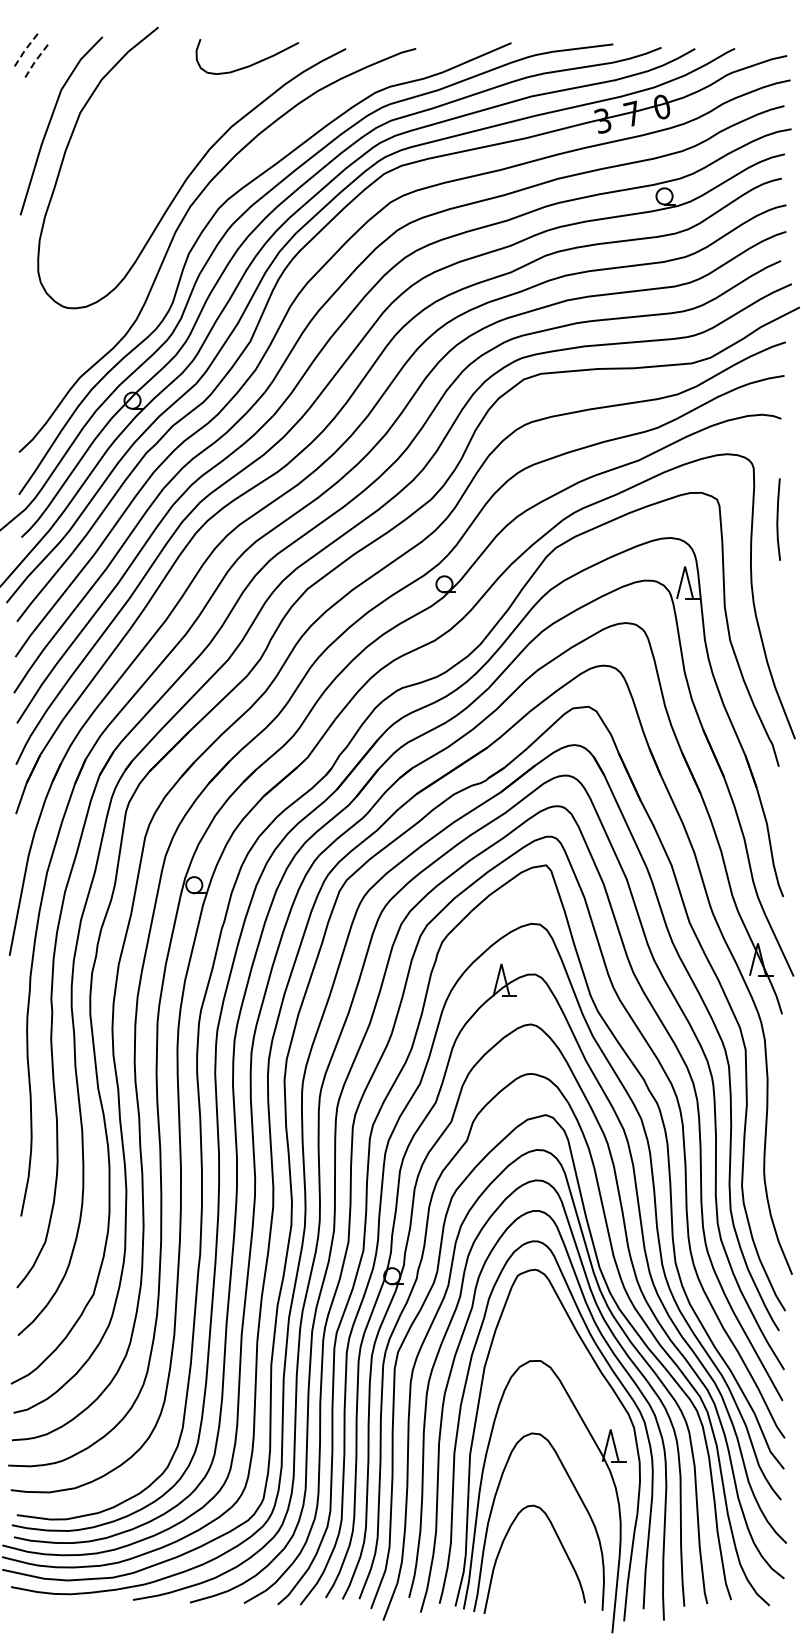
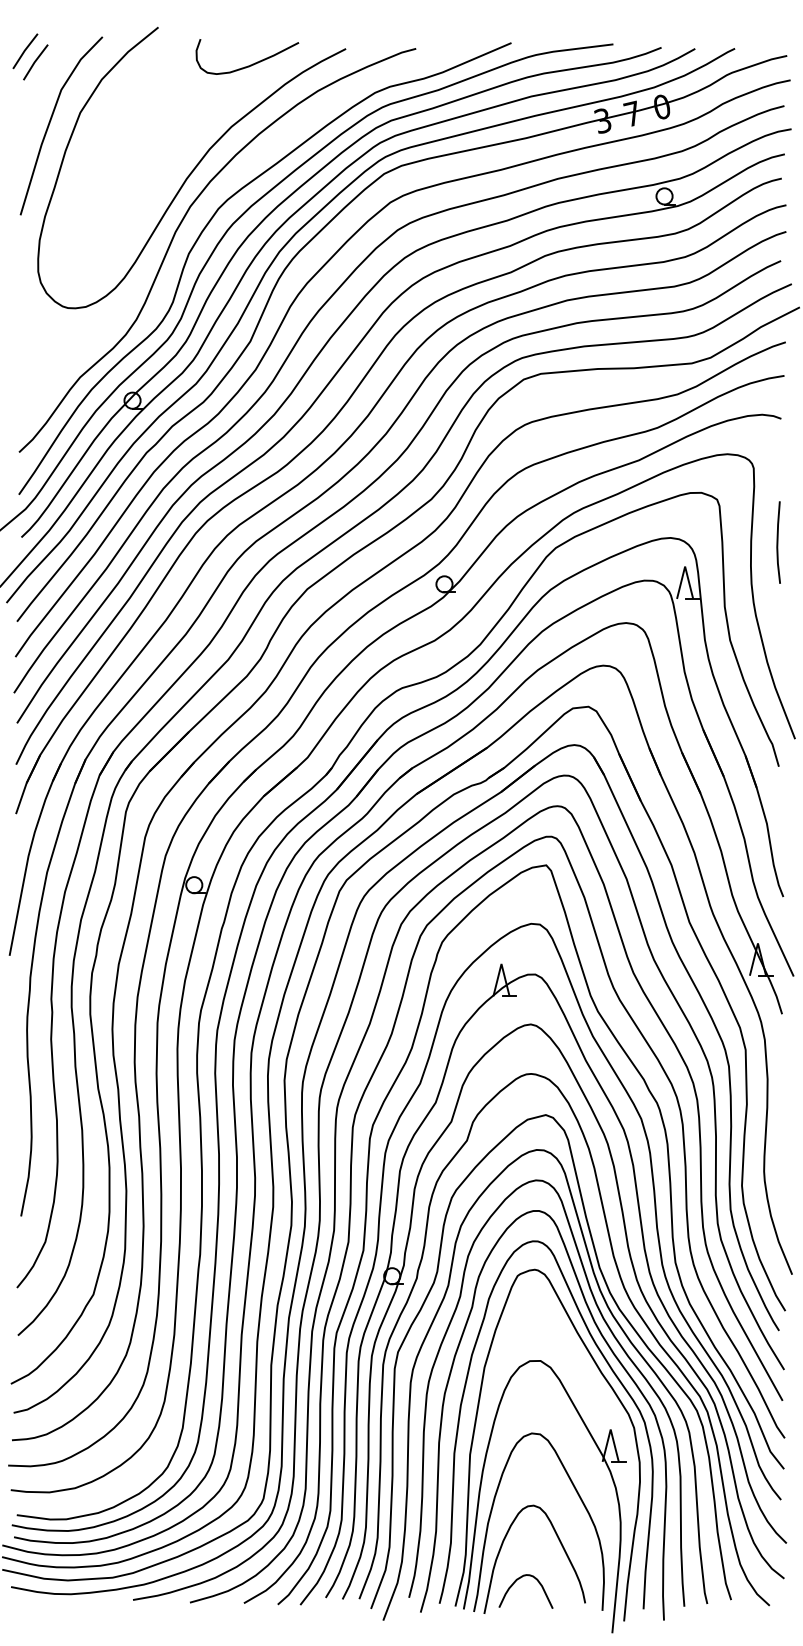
line at (24, 50): dashed -> solid
line at (34, 62): dashed -> solid
line at (778, 519) position: (778, 519) -> (778, 542)
curve at (519, 1579): none -> present
